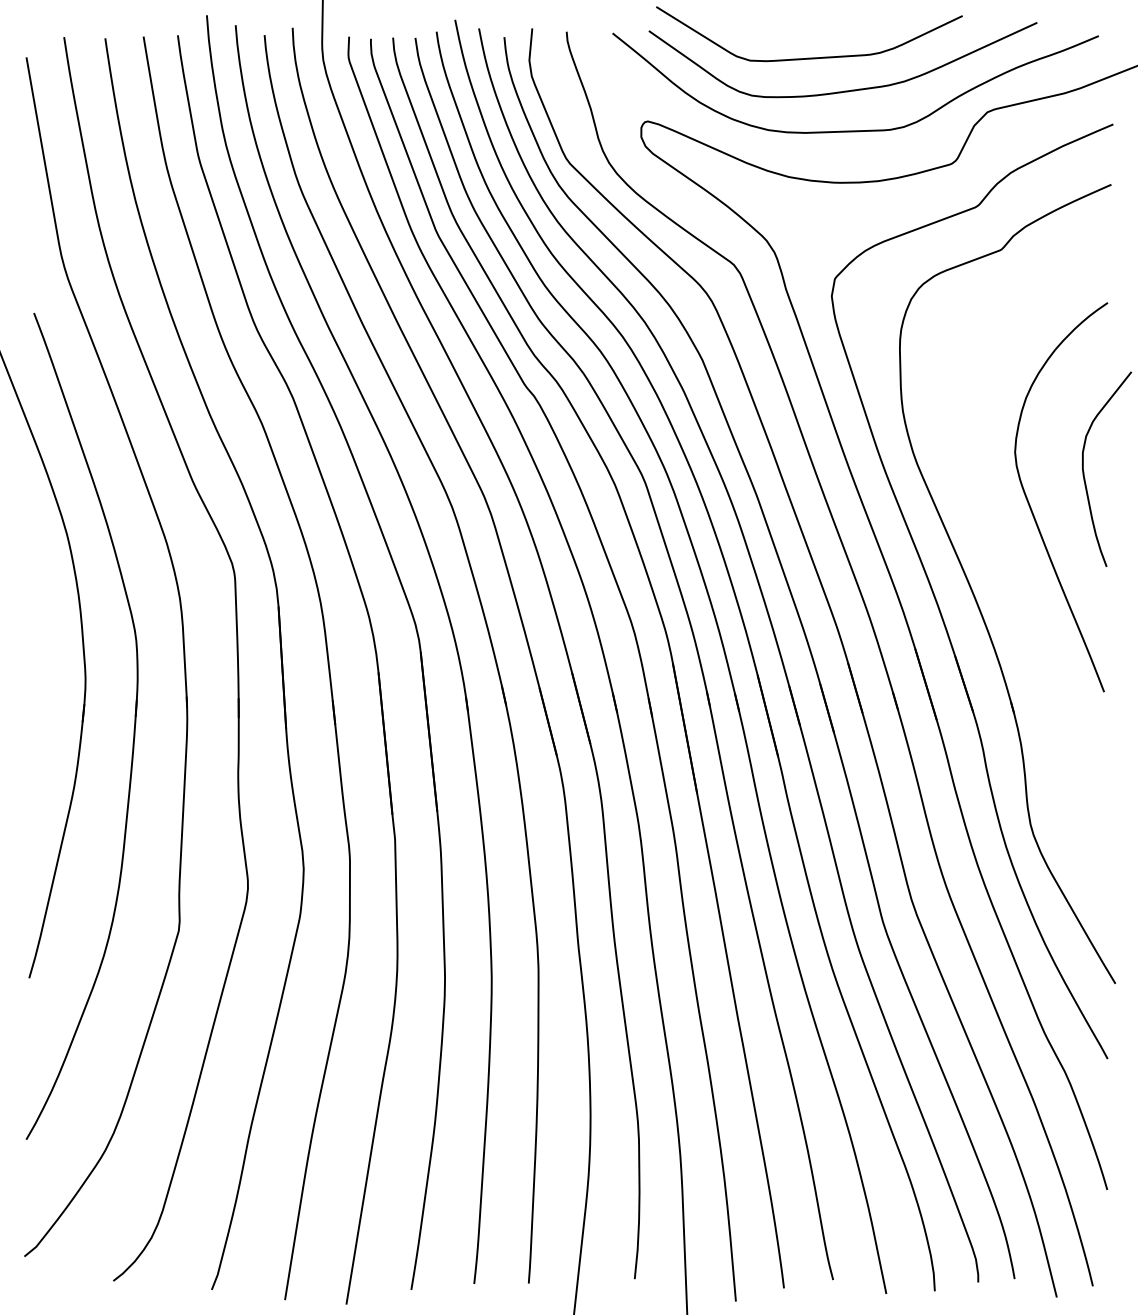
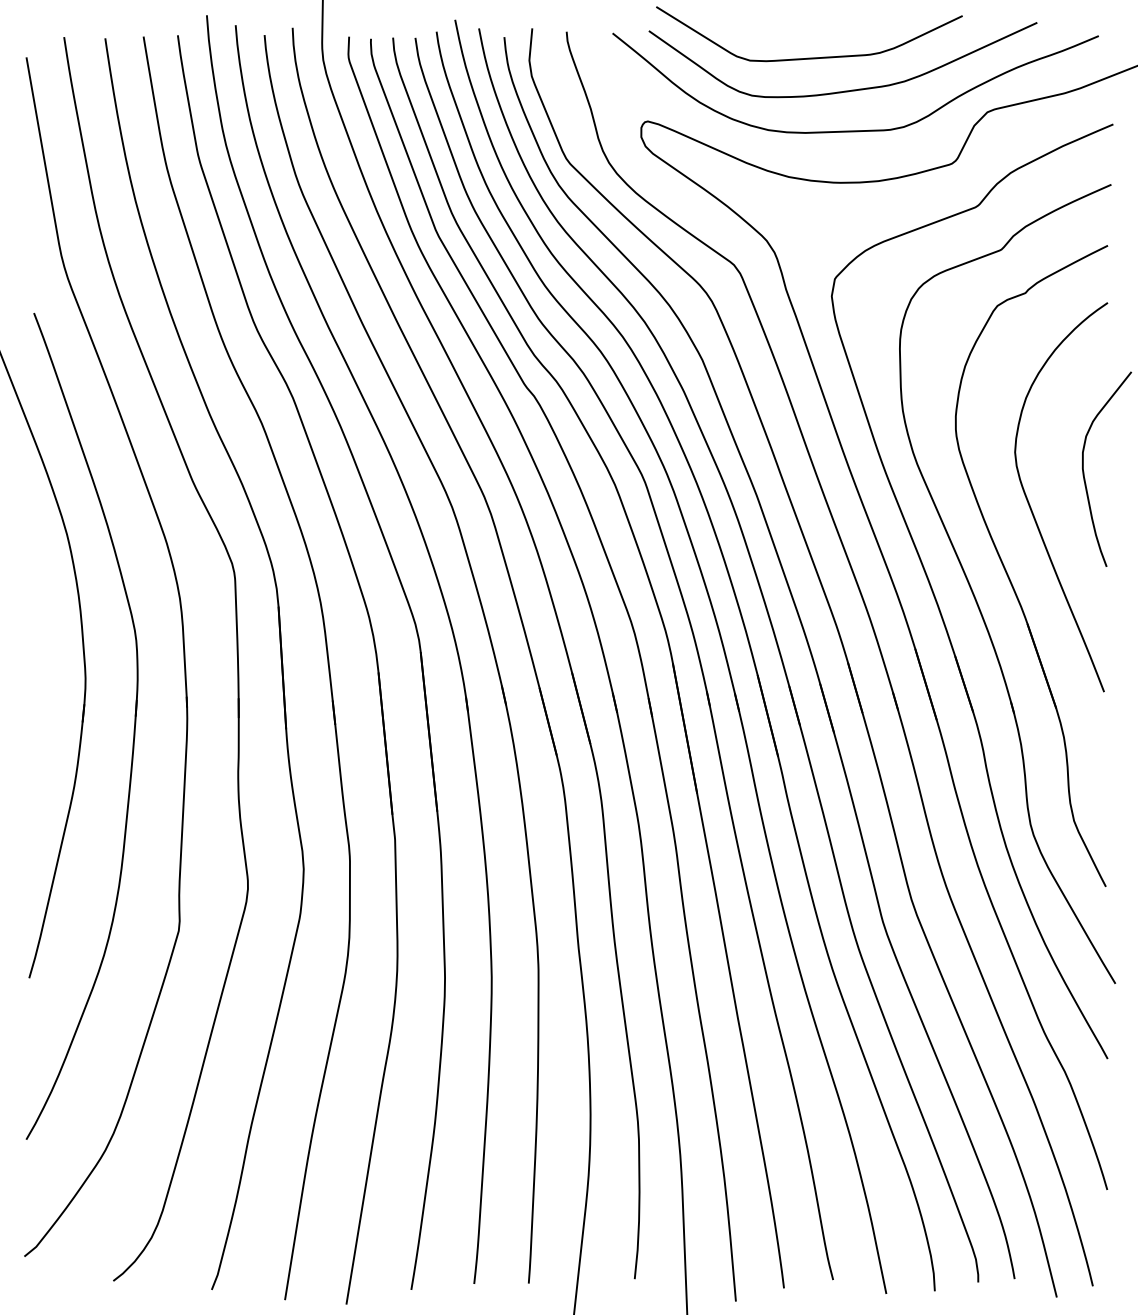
part at (1009, 576): none -> present
